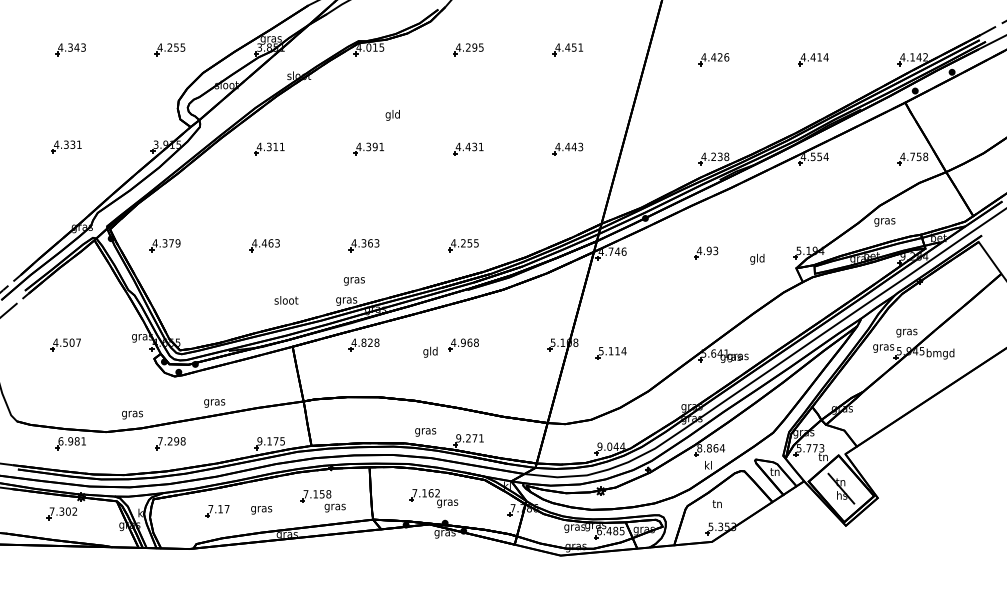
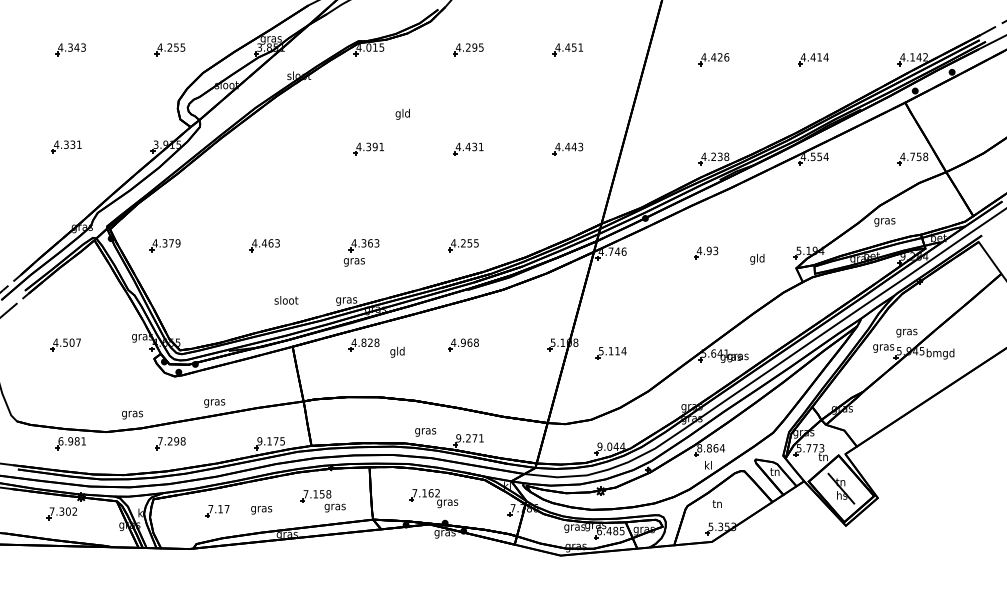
text at (392, 115) position: (392, 115) -> (402, 114)
part at (269, 148): present -> none
text at (353, 281) position: (353, 281) -> (353, 262)
text at (430, 351) position: (430, 351) -> (397, 351)
